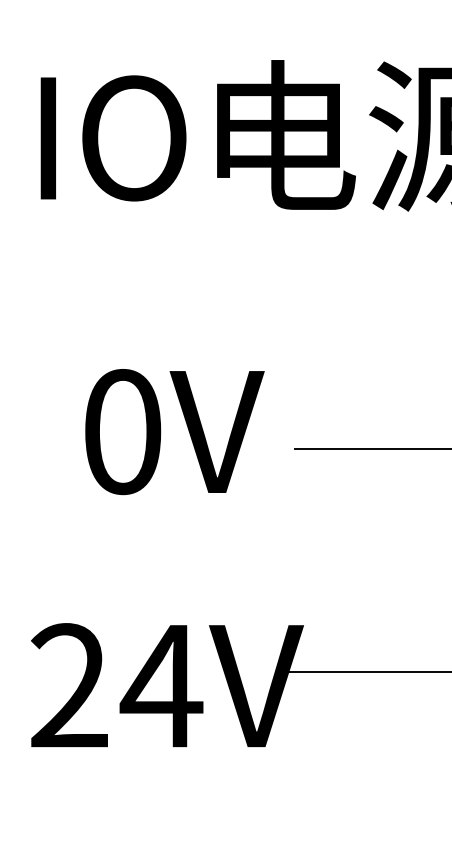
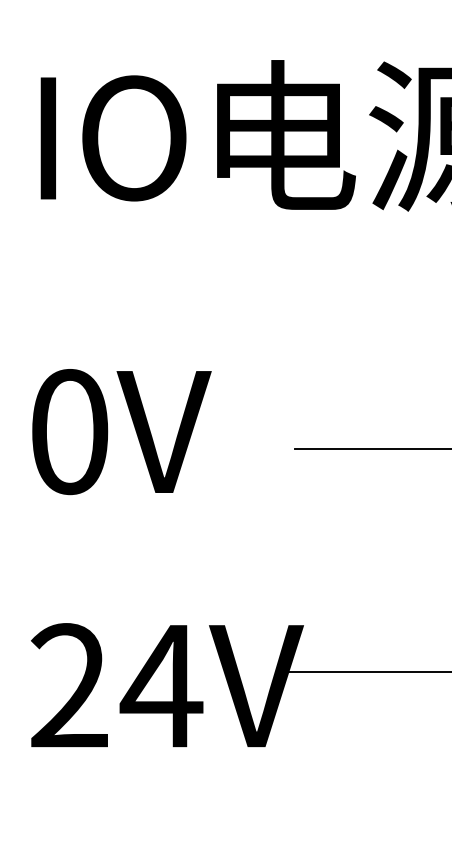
text at (174, 432) position: (174, 432) -> (121, 432)
